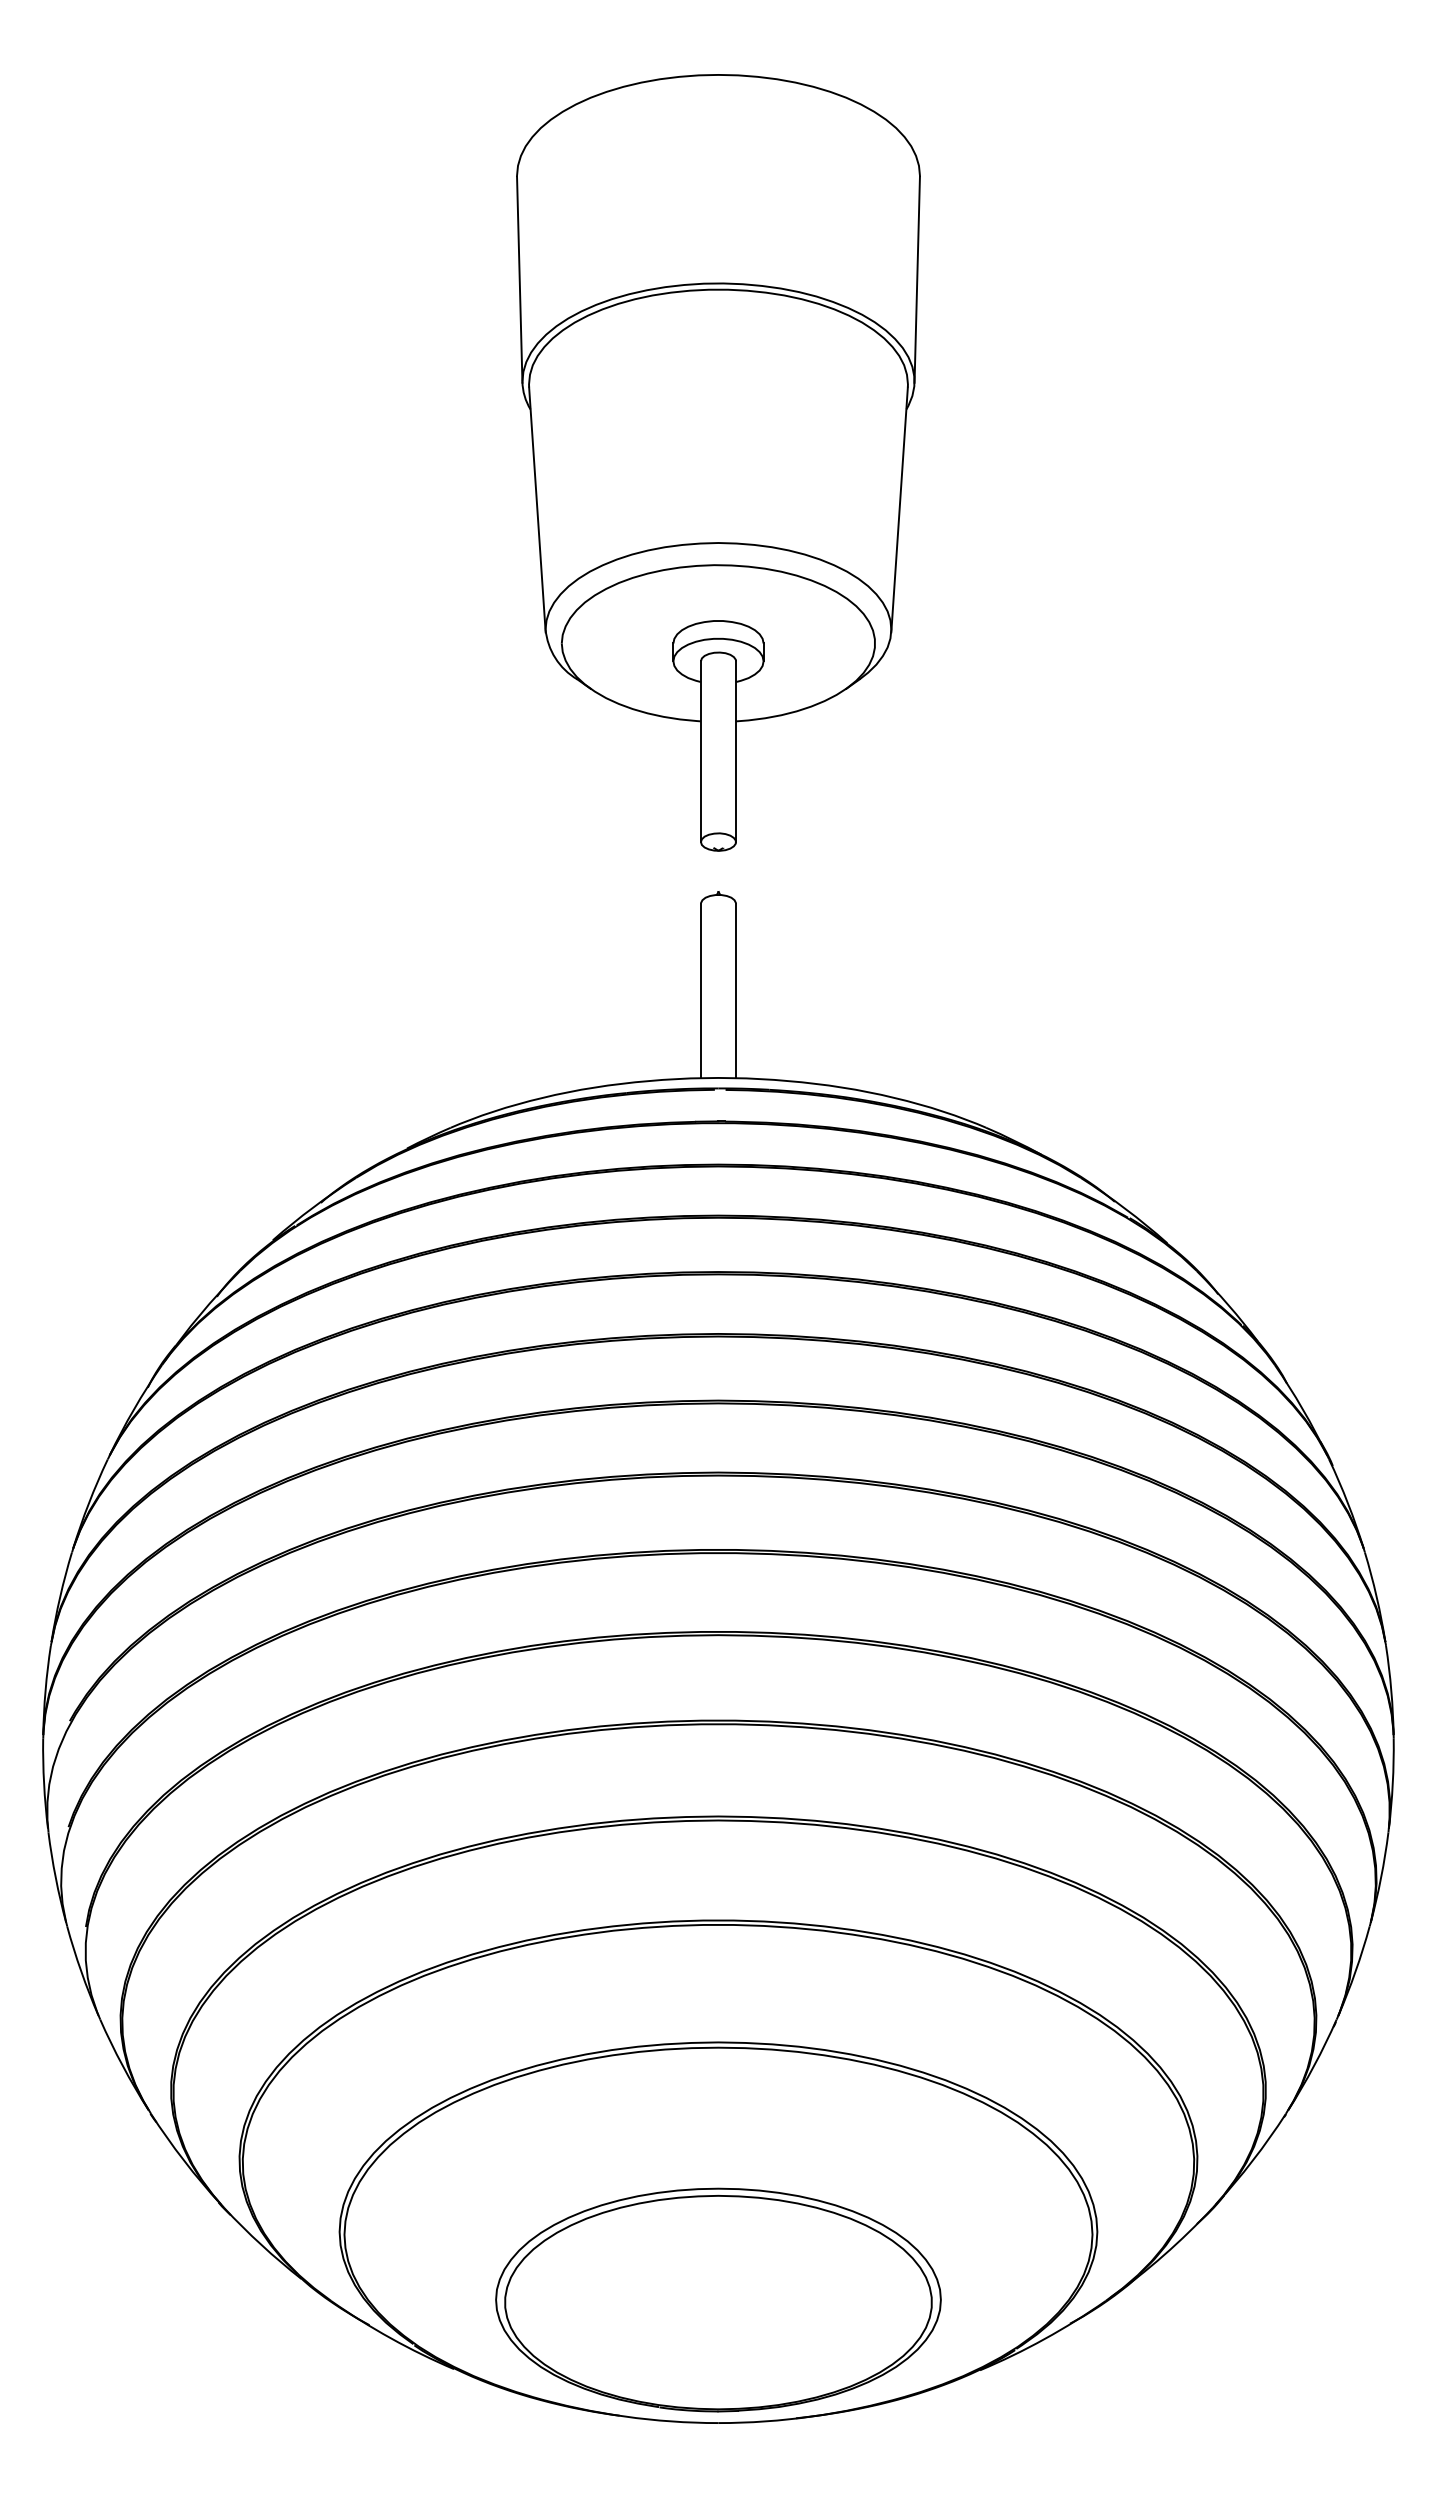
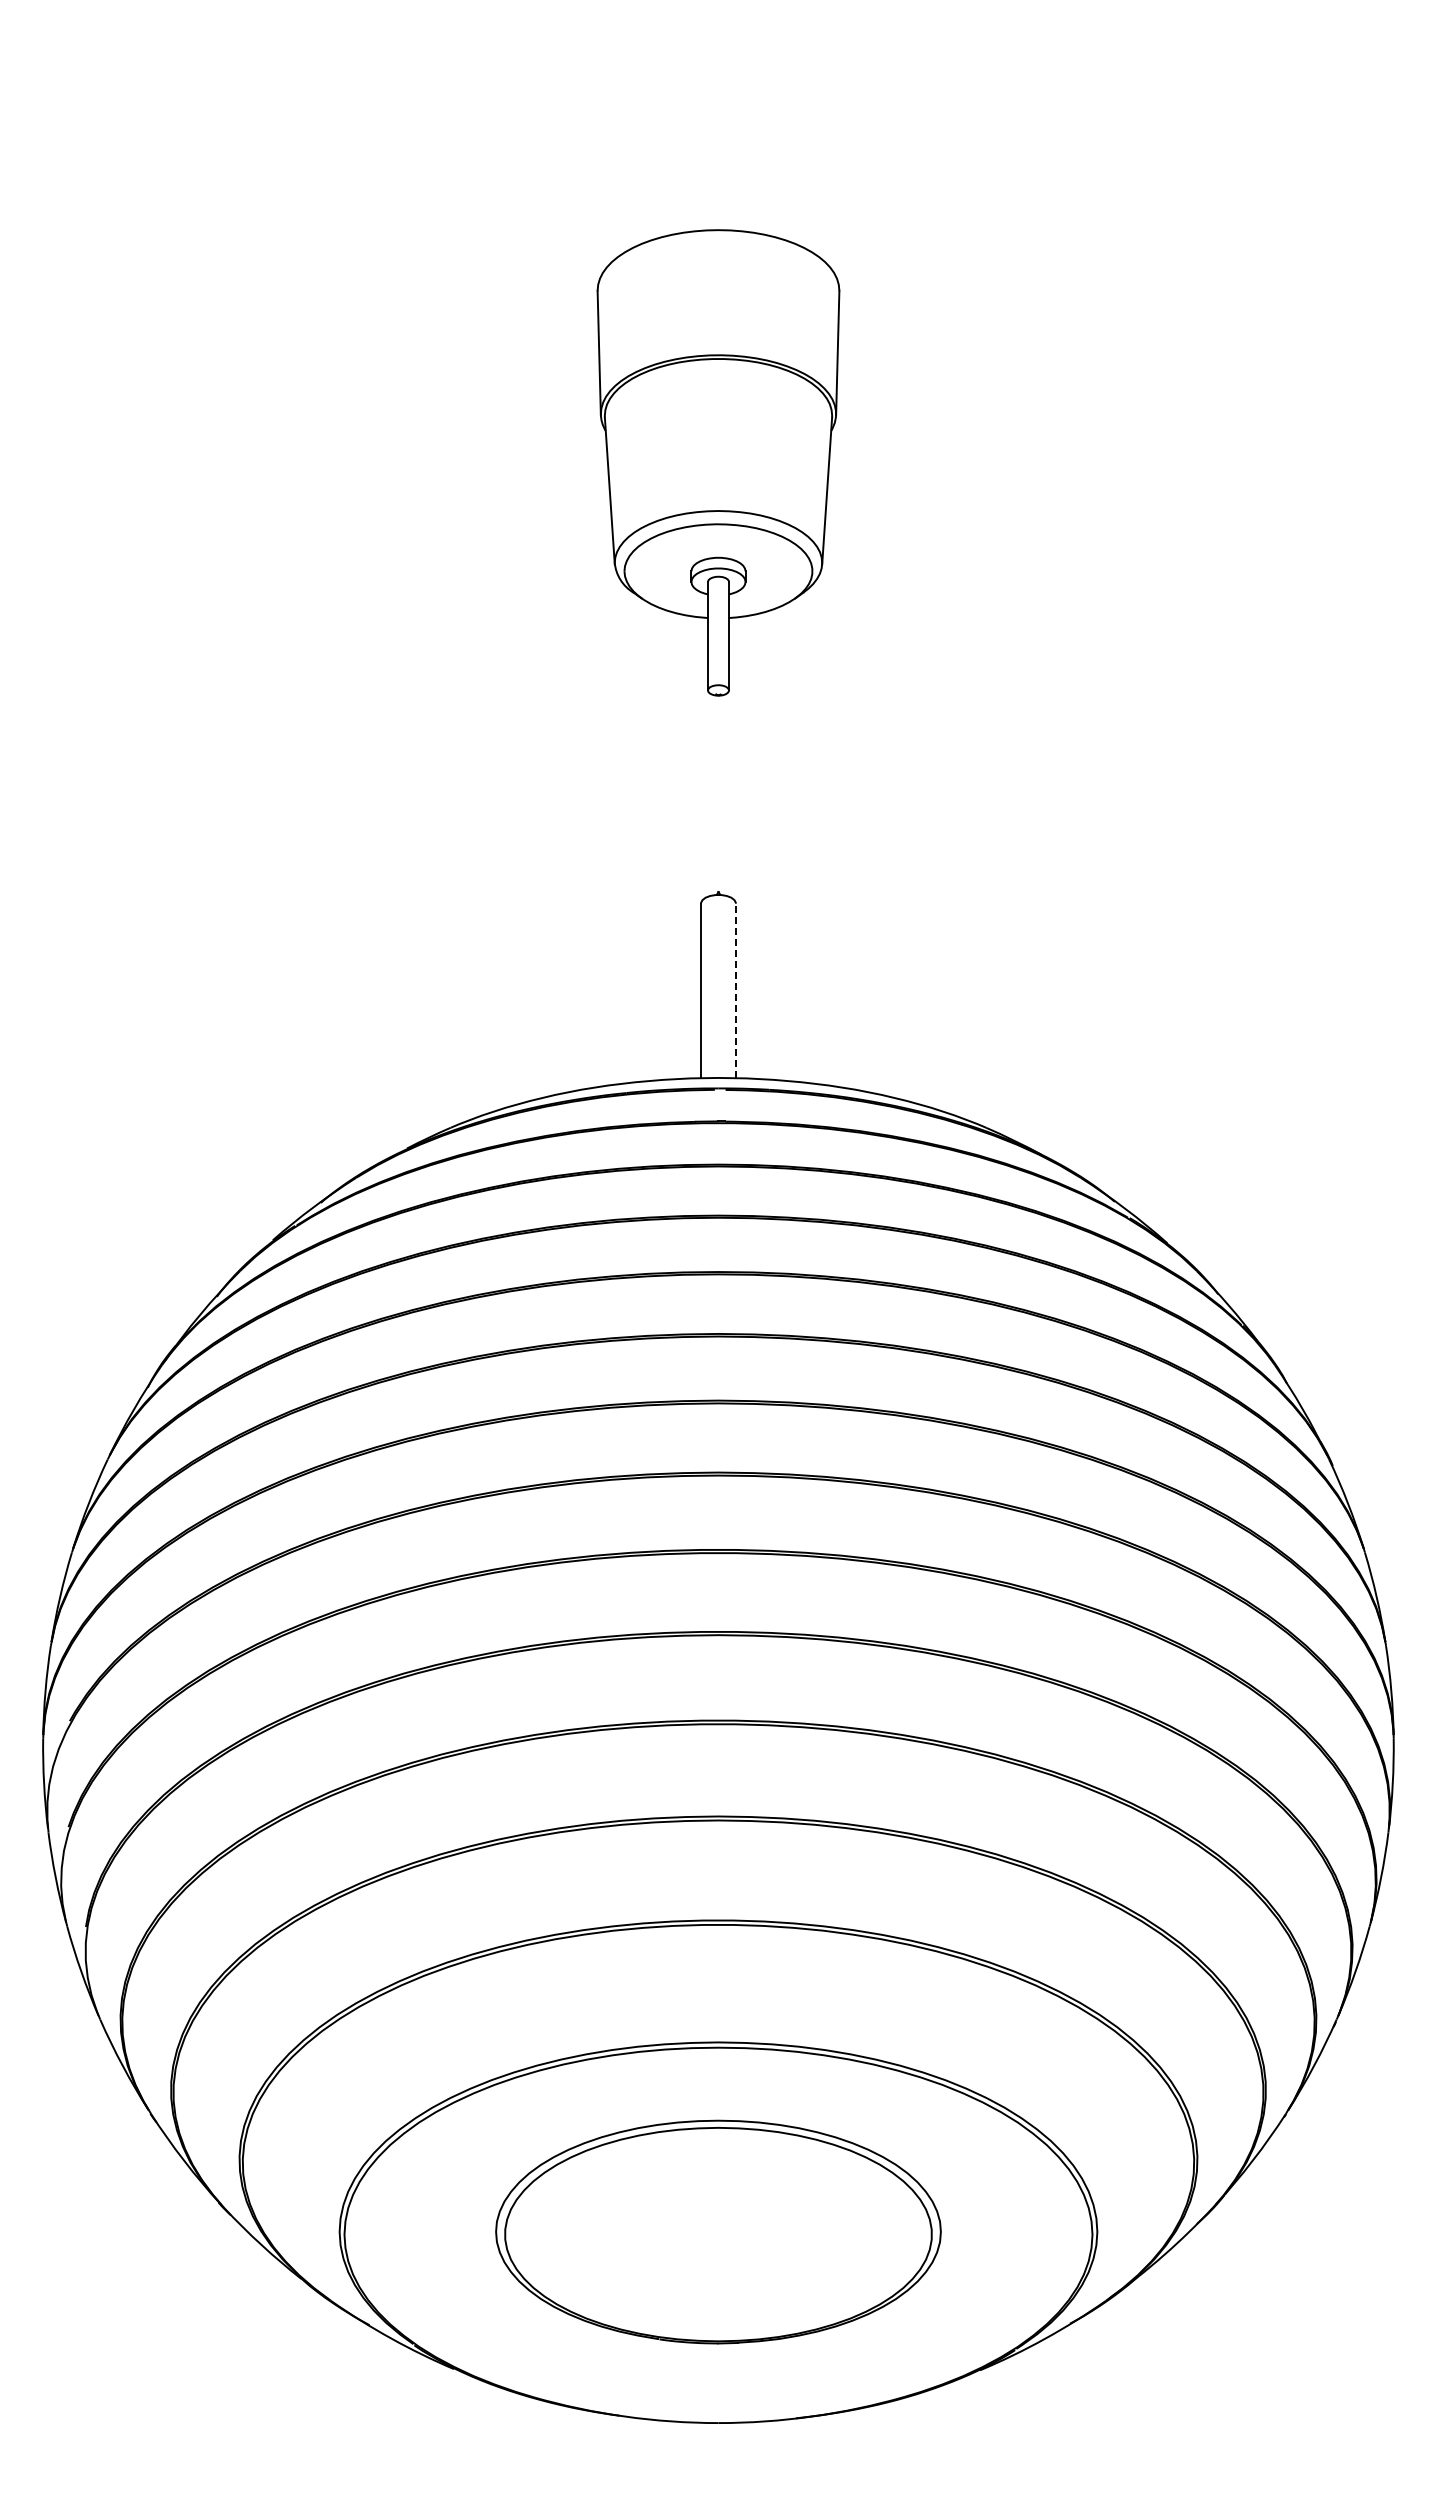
part at (718, 462) size: 405x778 px -> 245x468 px
line at (736, 990): solid -> dashed
part at (718, 2299) position: (718, 2299) -> (718, 2231)
